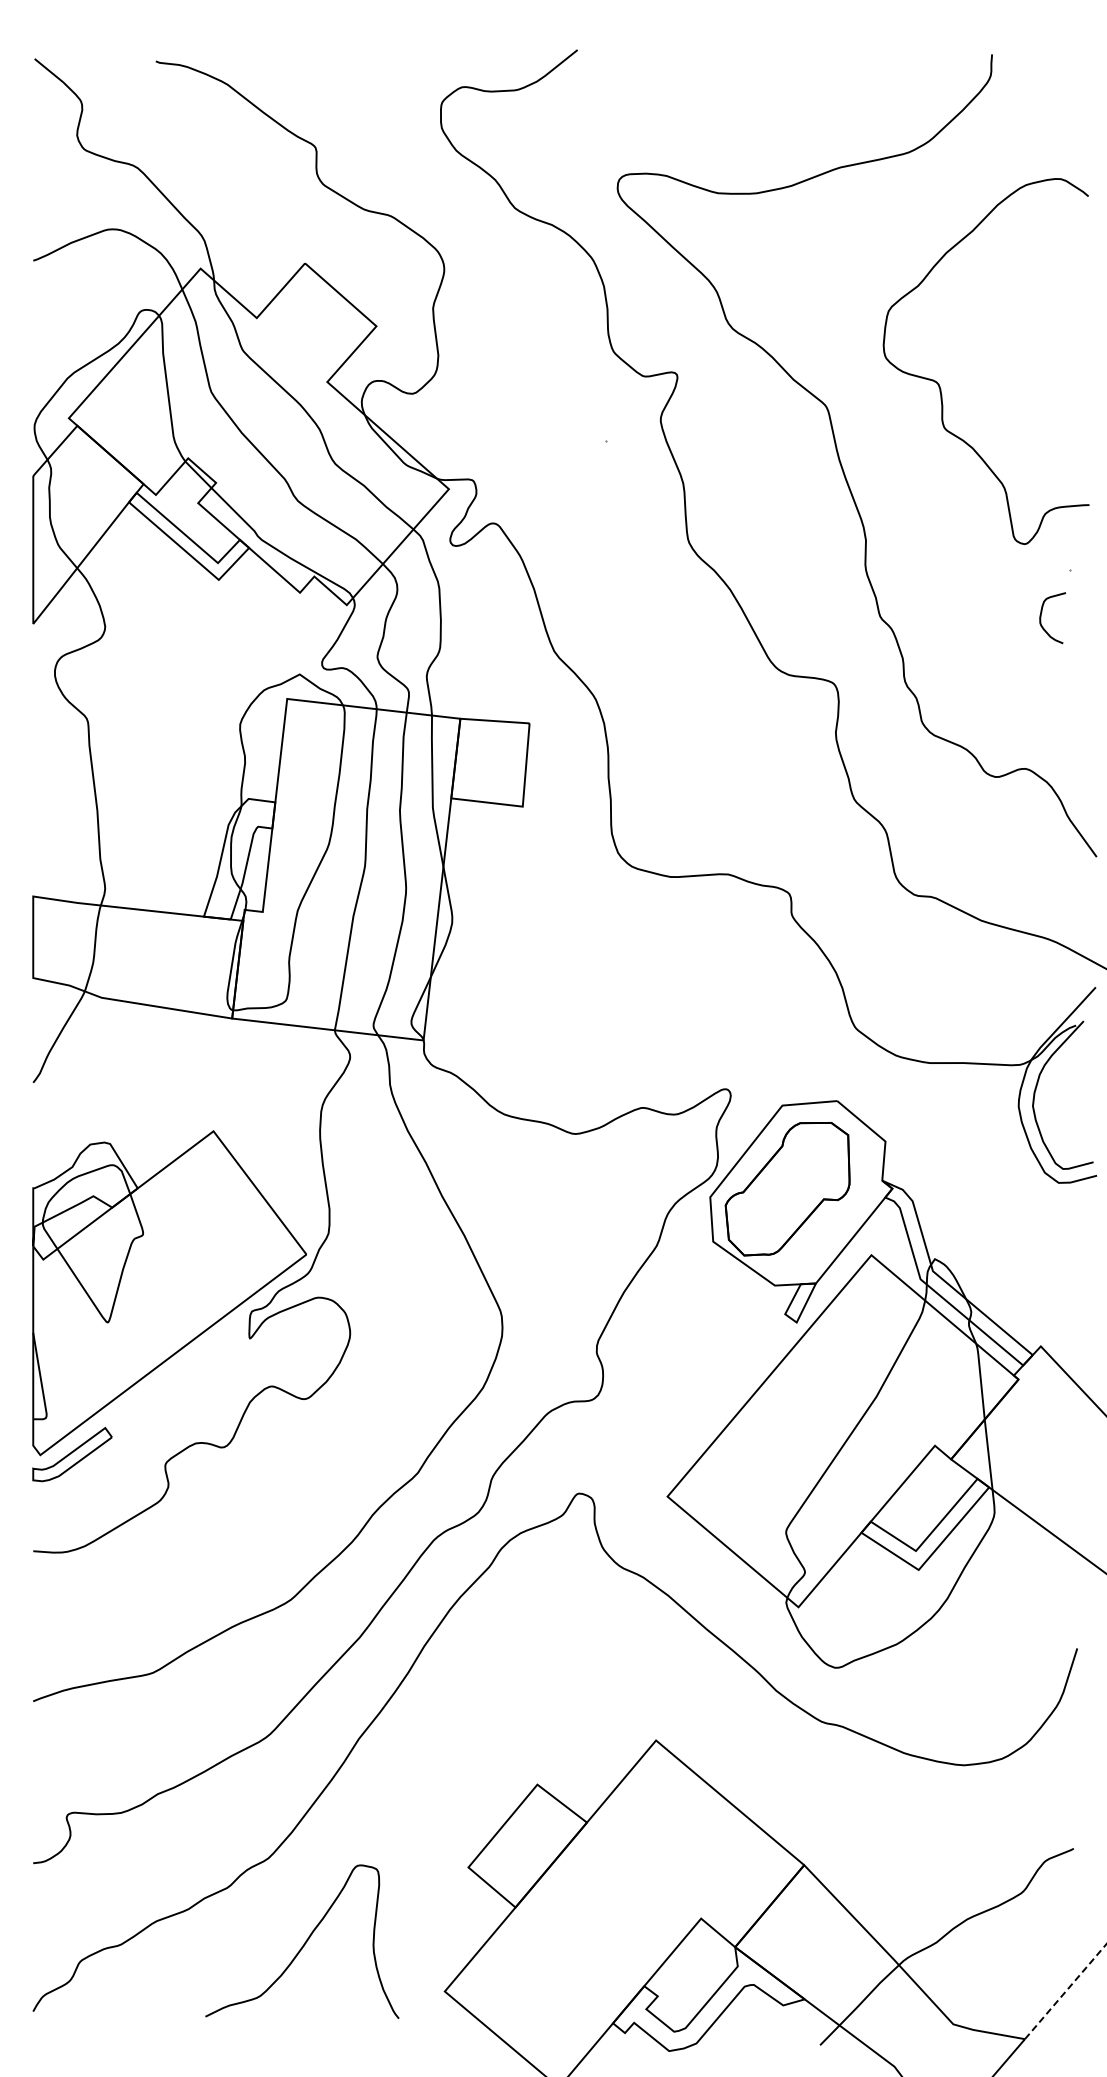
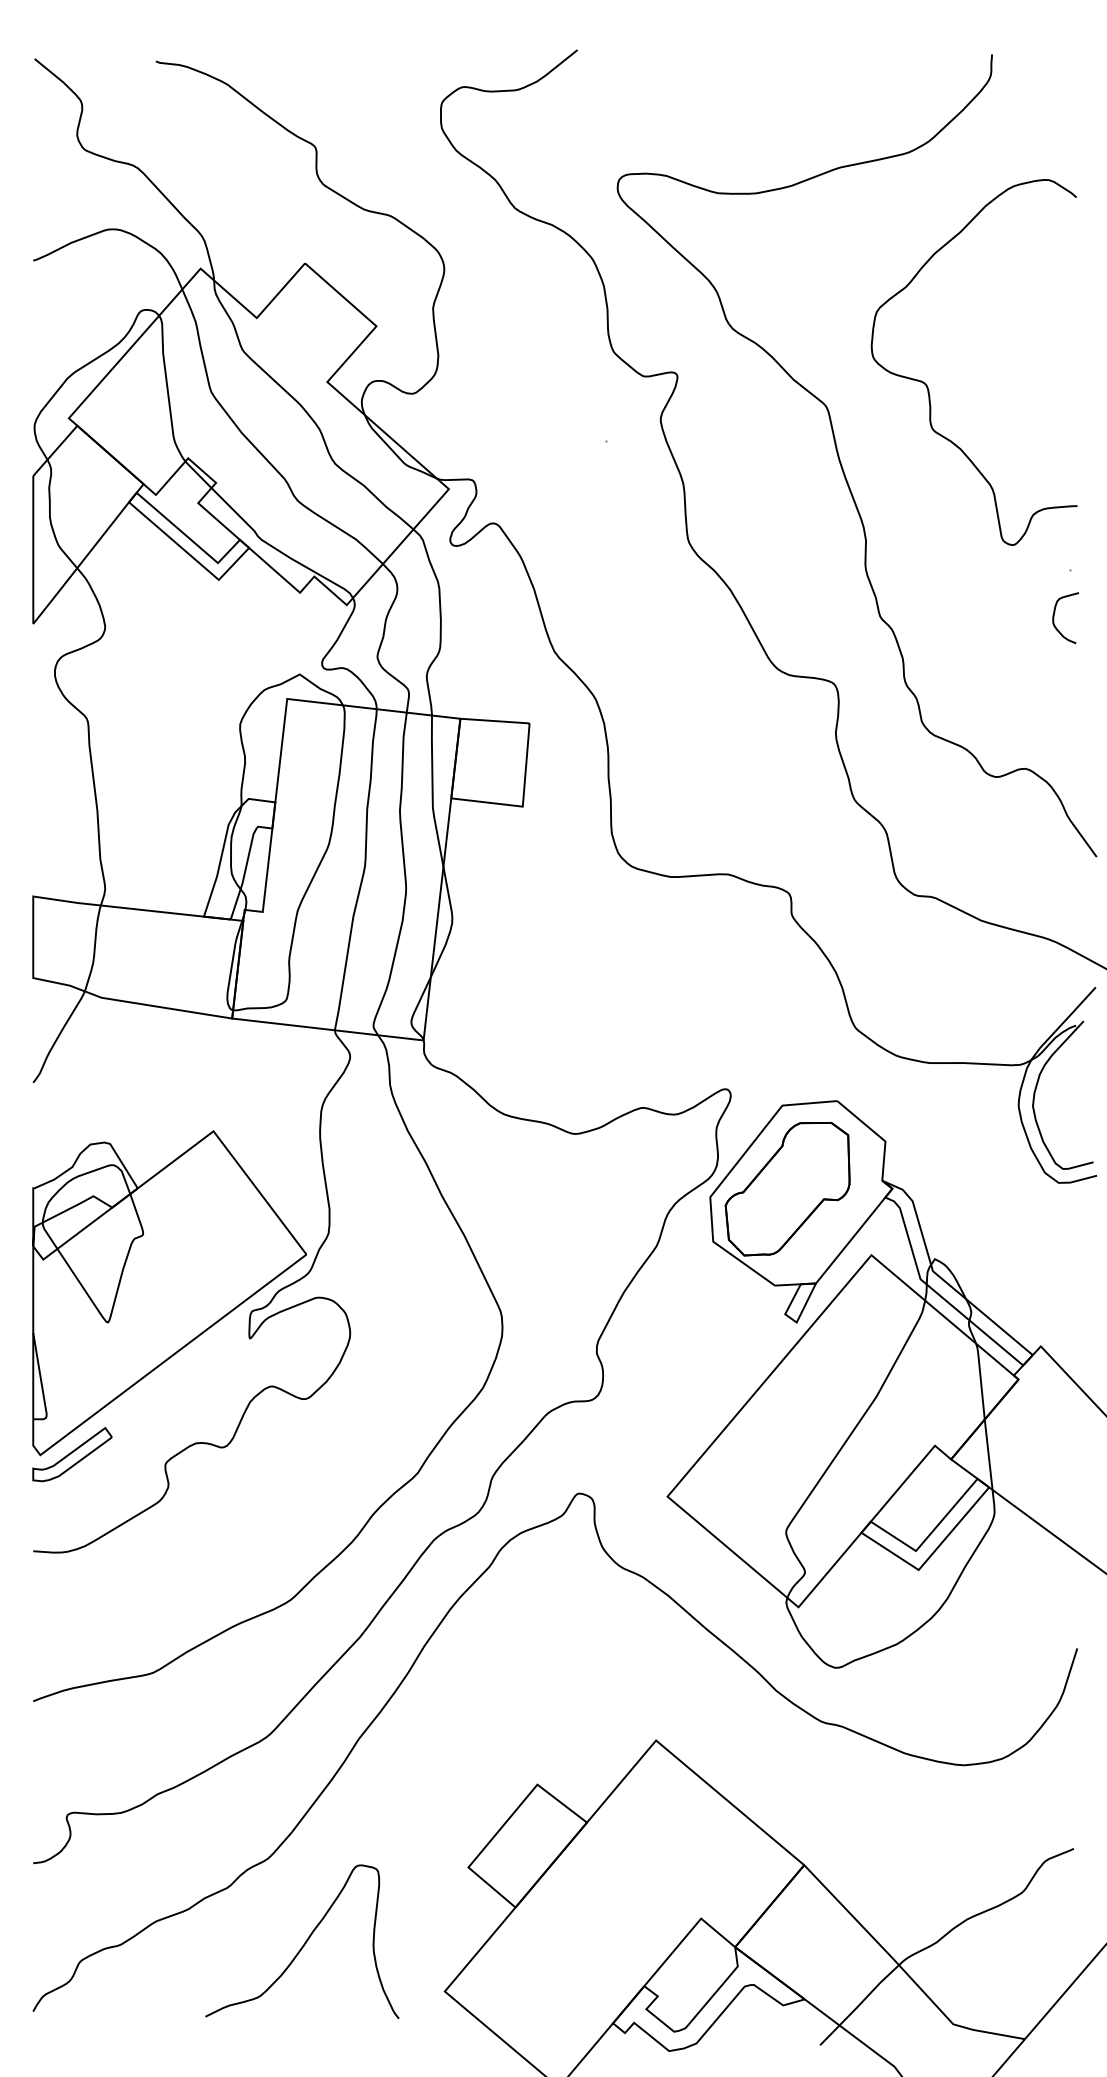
curve at (939, 384) position: (939, 384) -> (927, 385)
curve at (1041, 618) position: (1041, 618) -> (1054, 618)
line at (1065, 1991): dashed -> solid
